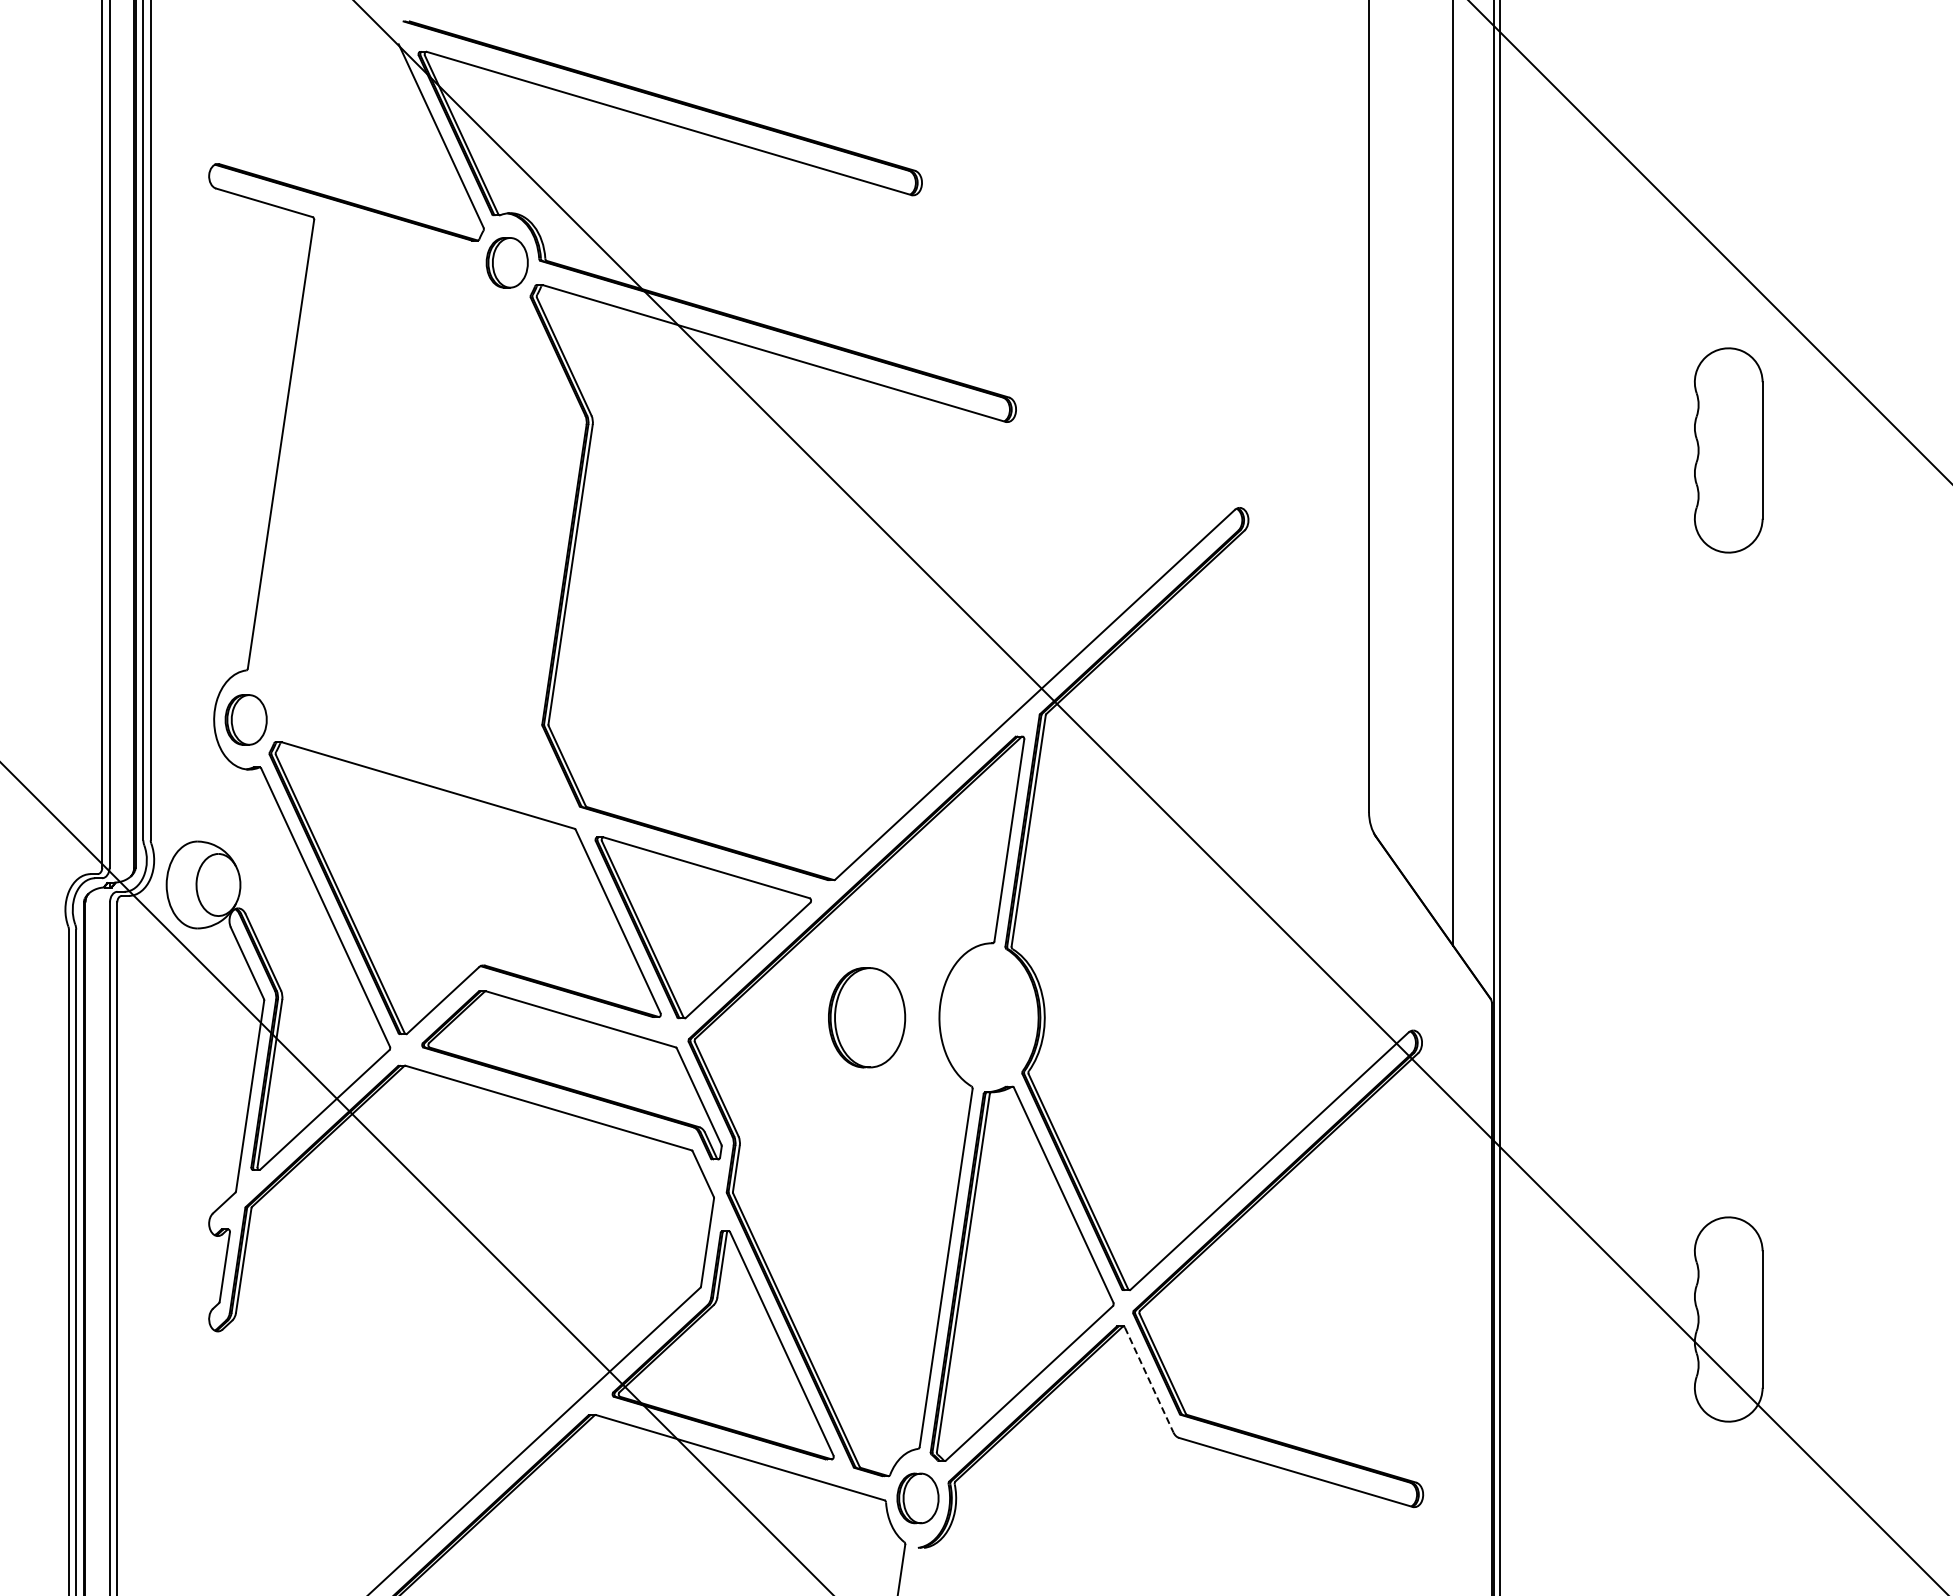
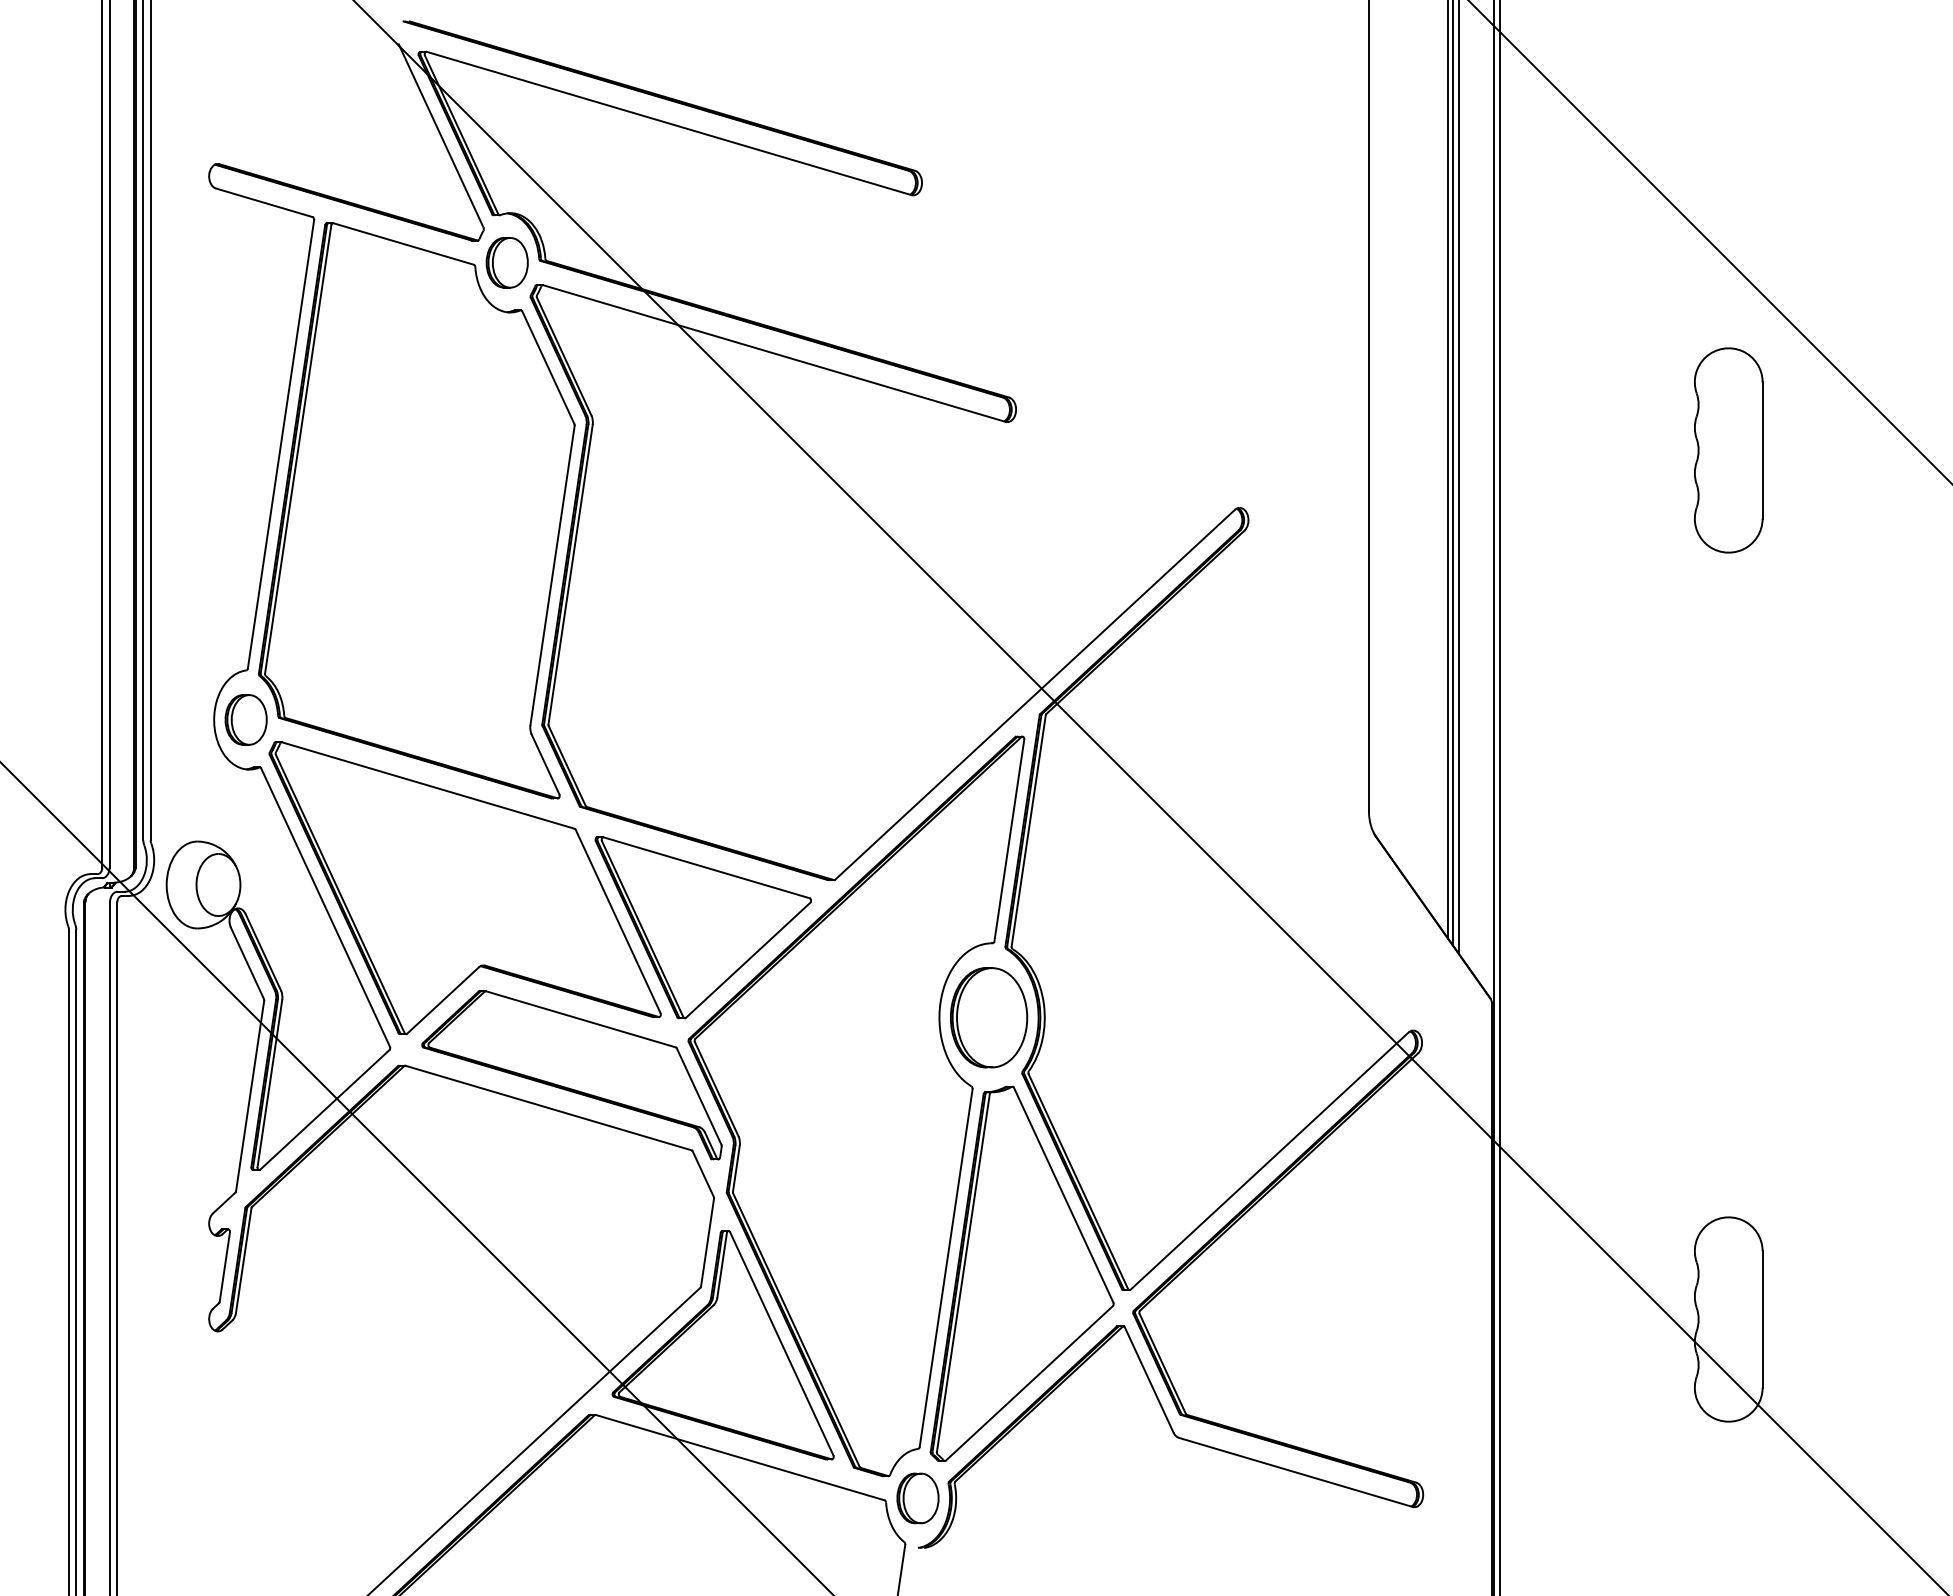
line at (1448, 470): none -> present
line at (1459, 478): none -> present
part at (416, 510): none -> present
part at (867, 1017) position: (867, 1017) -> (989, 1017)
line at (1149, 1380): dashed -> solid
